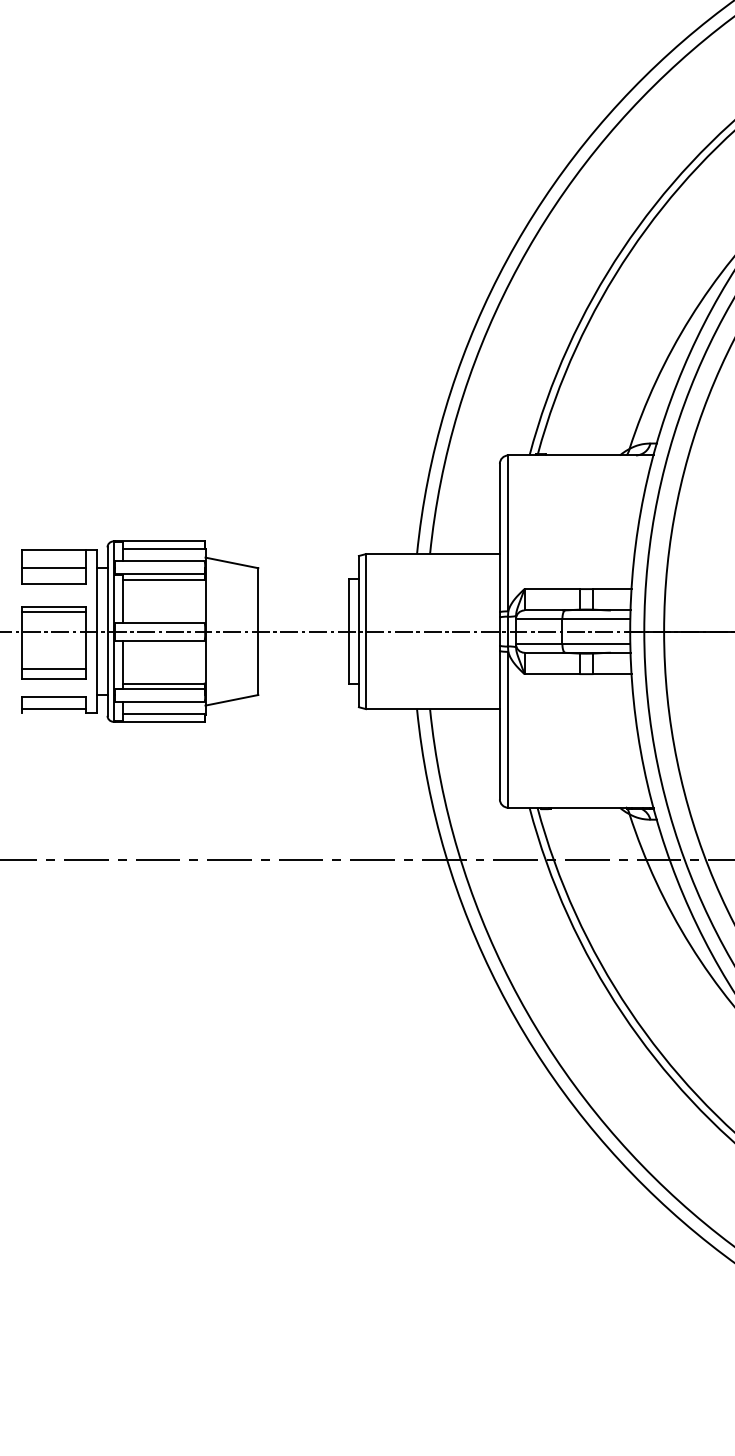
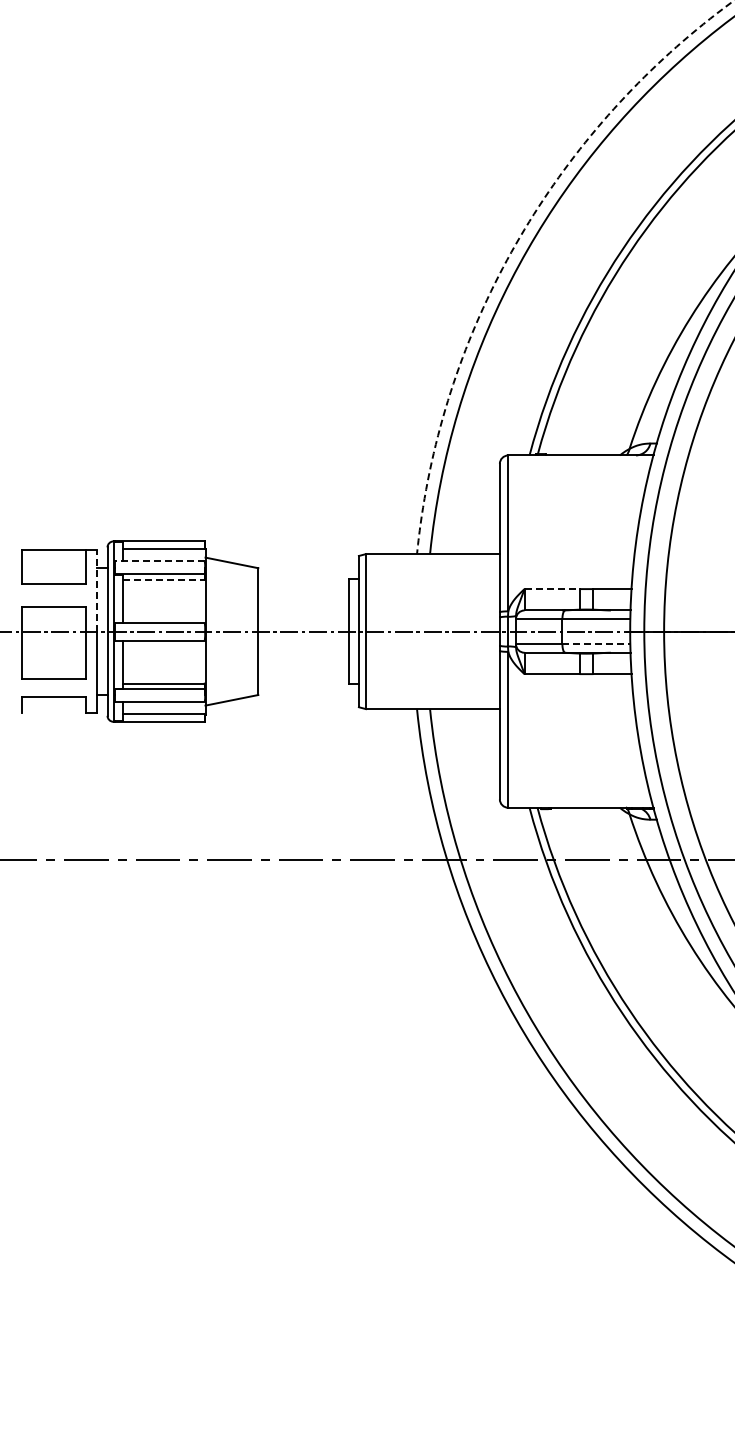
arc at (514, 246): solid -> dashed
line at (159, 561): solid -> dashed
line at (53, 568): present -> none
line at (164, 579): solid -> dashed
line at (552, 589): solid -> dashed
line at (96, 591): solid -> dashed
line at (53, 612): present -> none
line at (596, 644): solid -> dashed
line at (53, 668): present -> none
line at (53, 708): present -> none
